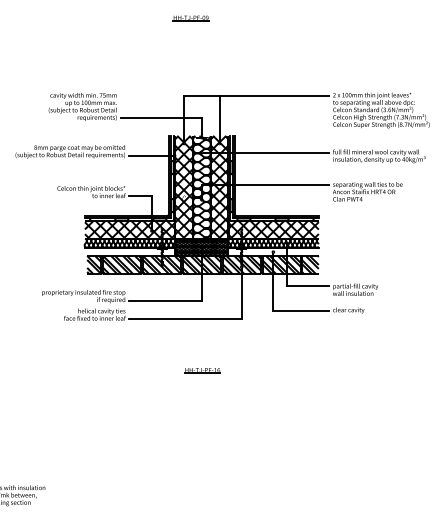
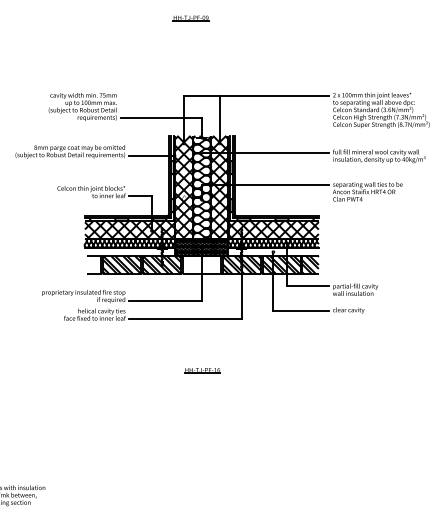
hatch at (94, 265): present -> none
hatch at (201, 265): present -> none
